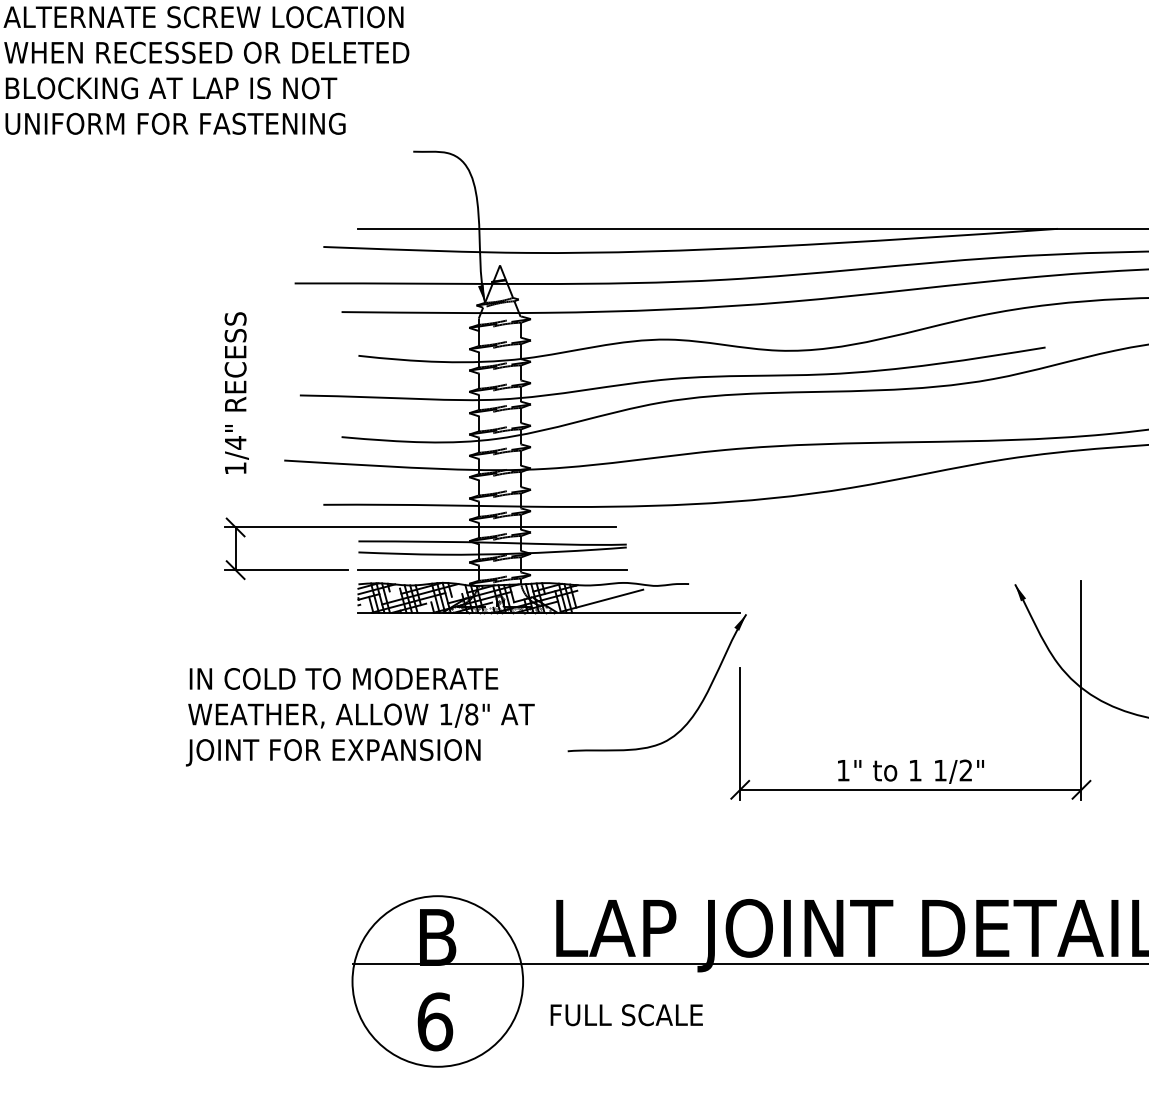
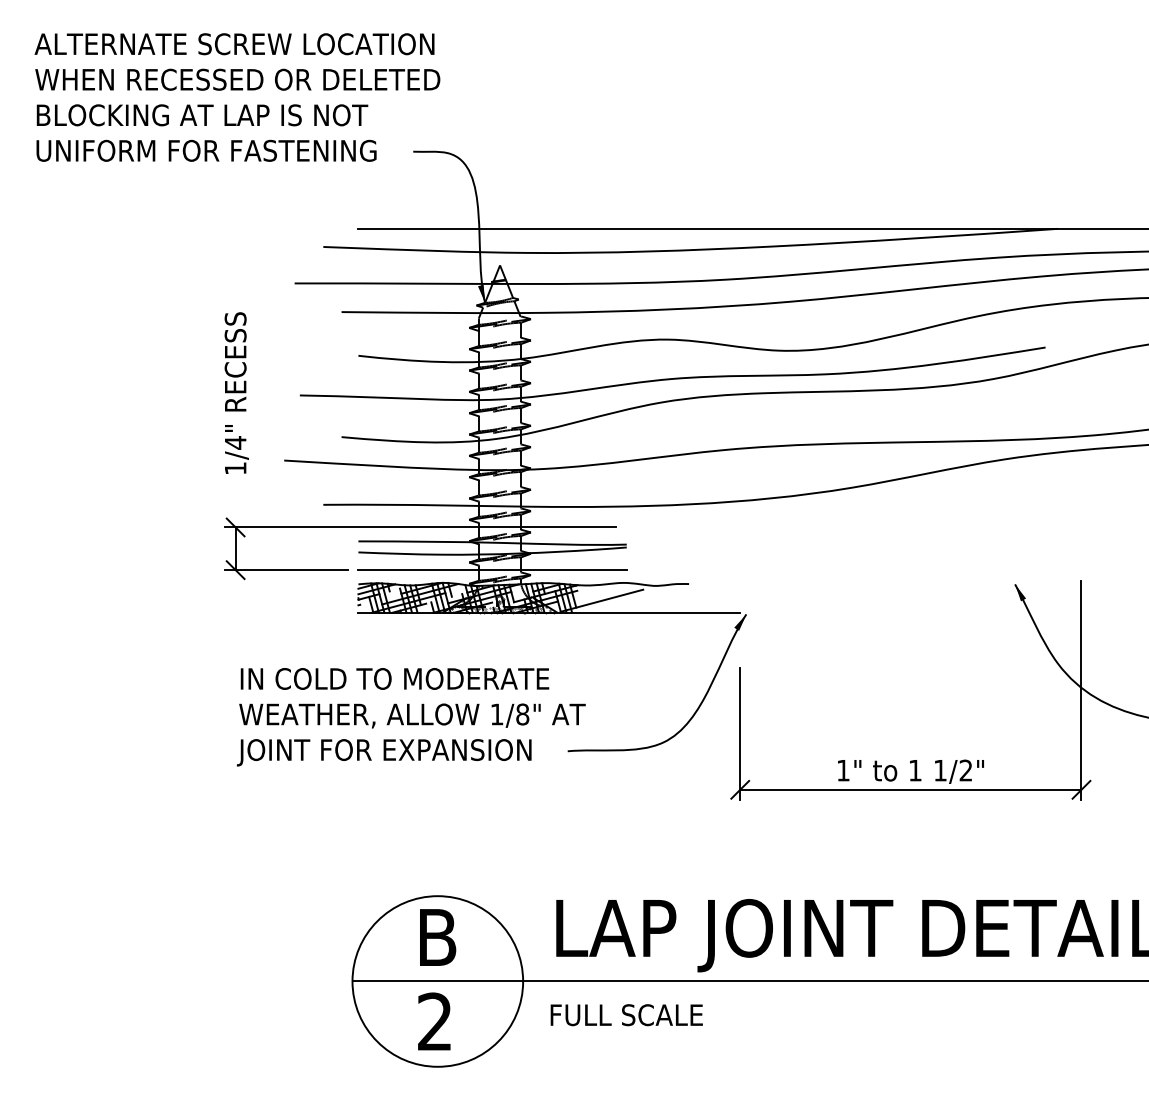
text at (206, 70) position: (206, 70) -> (237, 97)
text at (360, 717) position: (360, 717) -> (411, 717)
line at (748, 964) position: (748, 964) -> (748, 981)
text at (435, 1021): 6 -> 2
